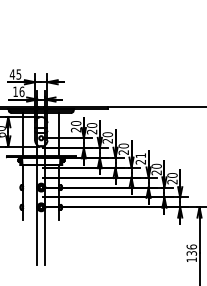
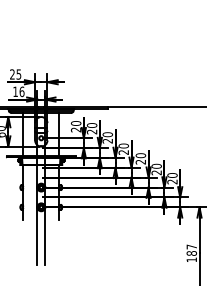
text at (12, 74): 45 -> 25
text at (140, 155): 21 -> 20
text at (191, 249): 136 -> 187
